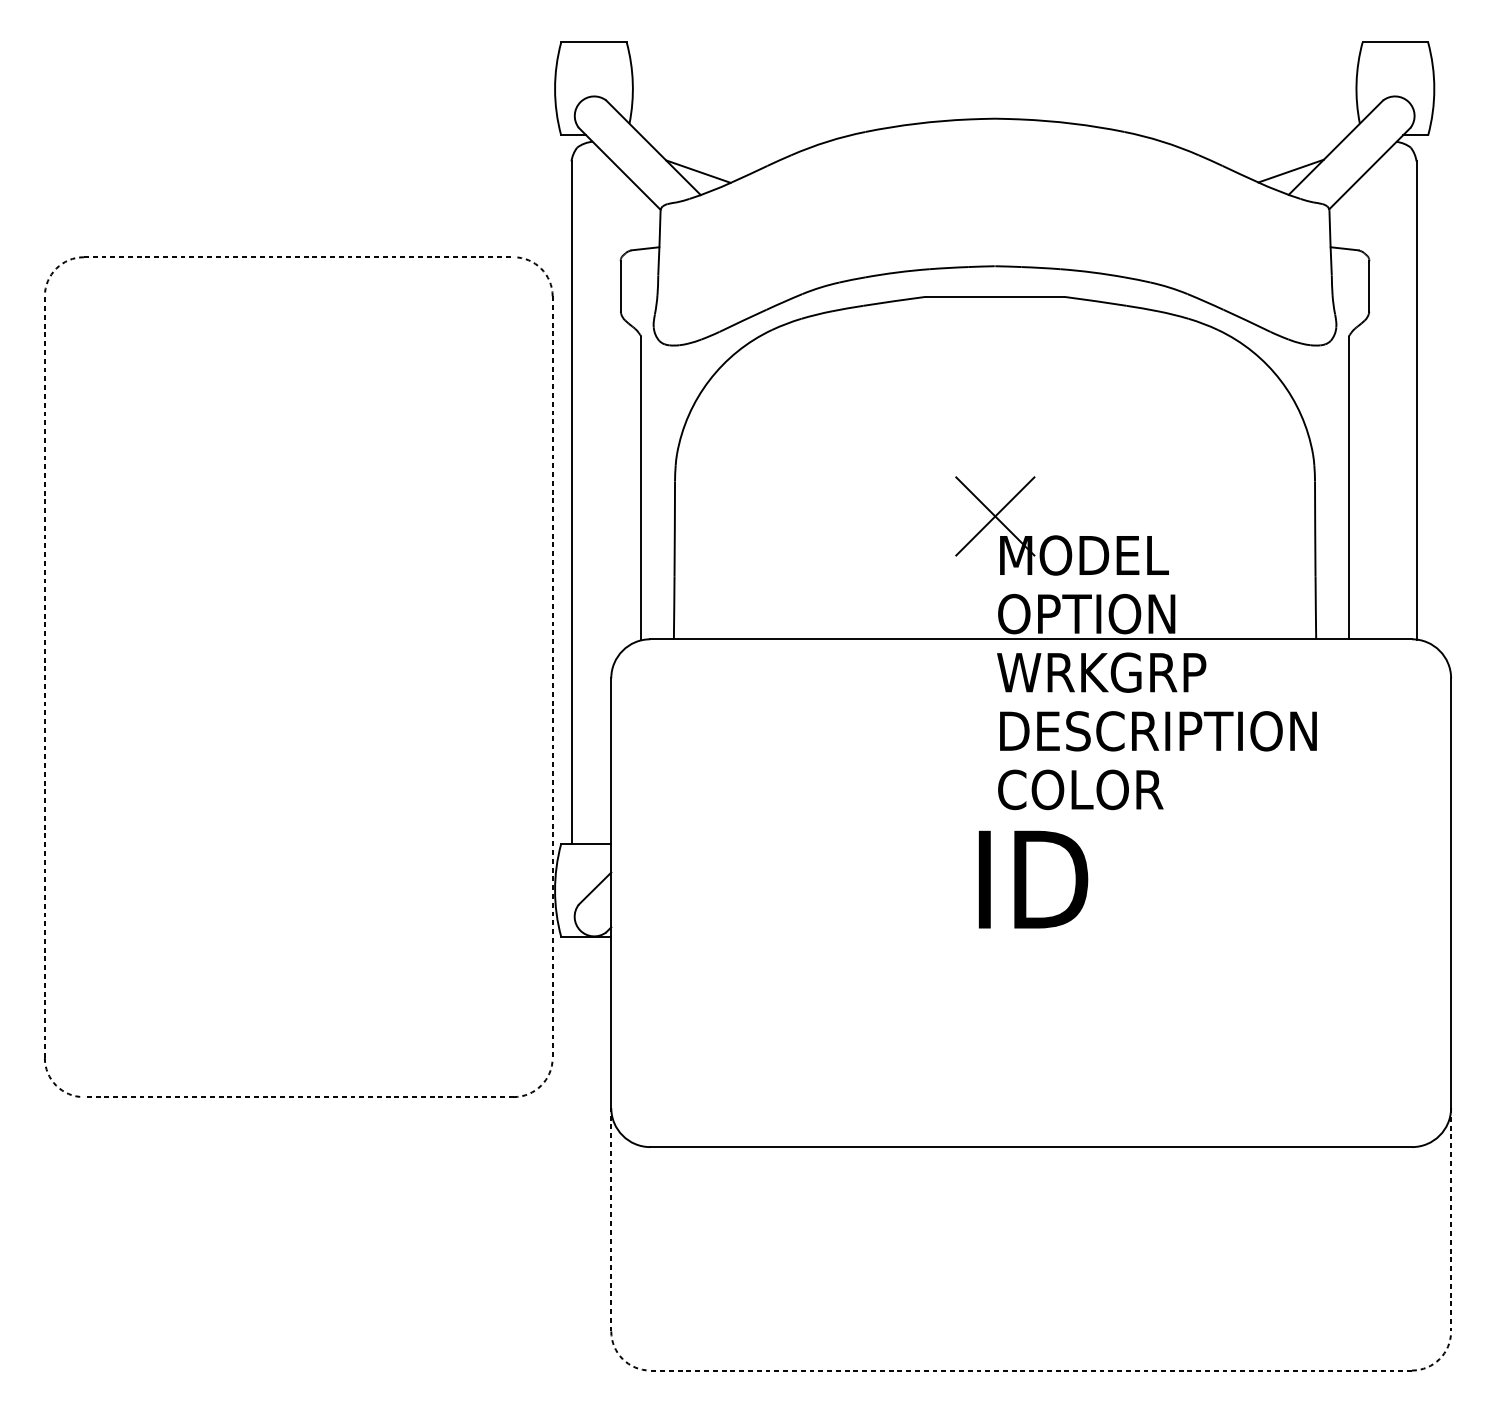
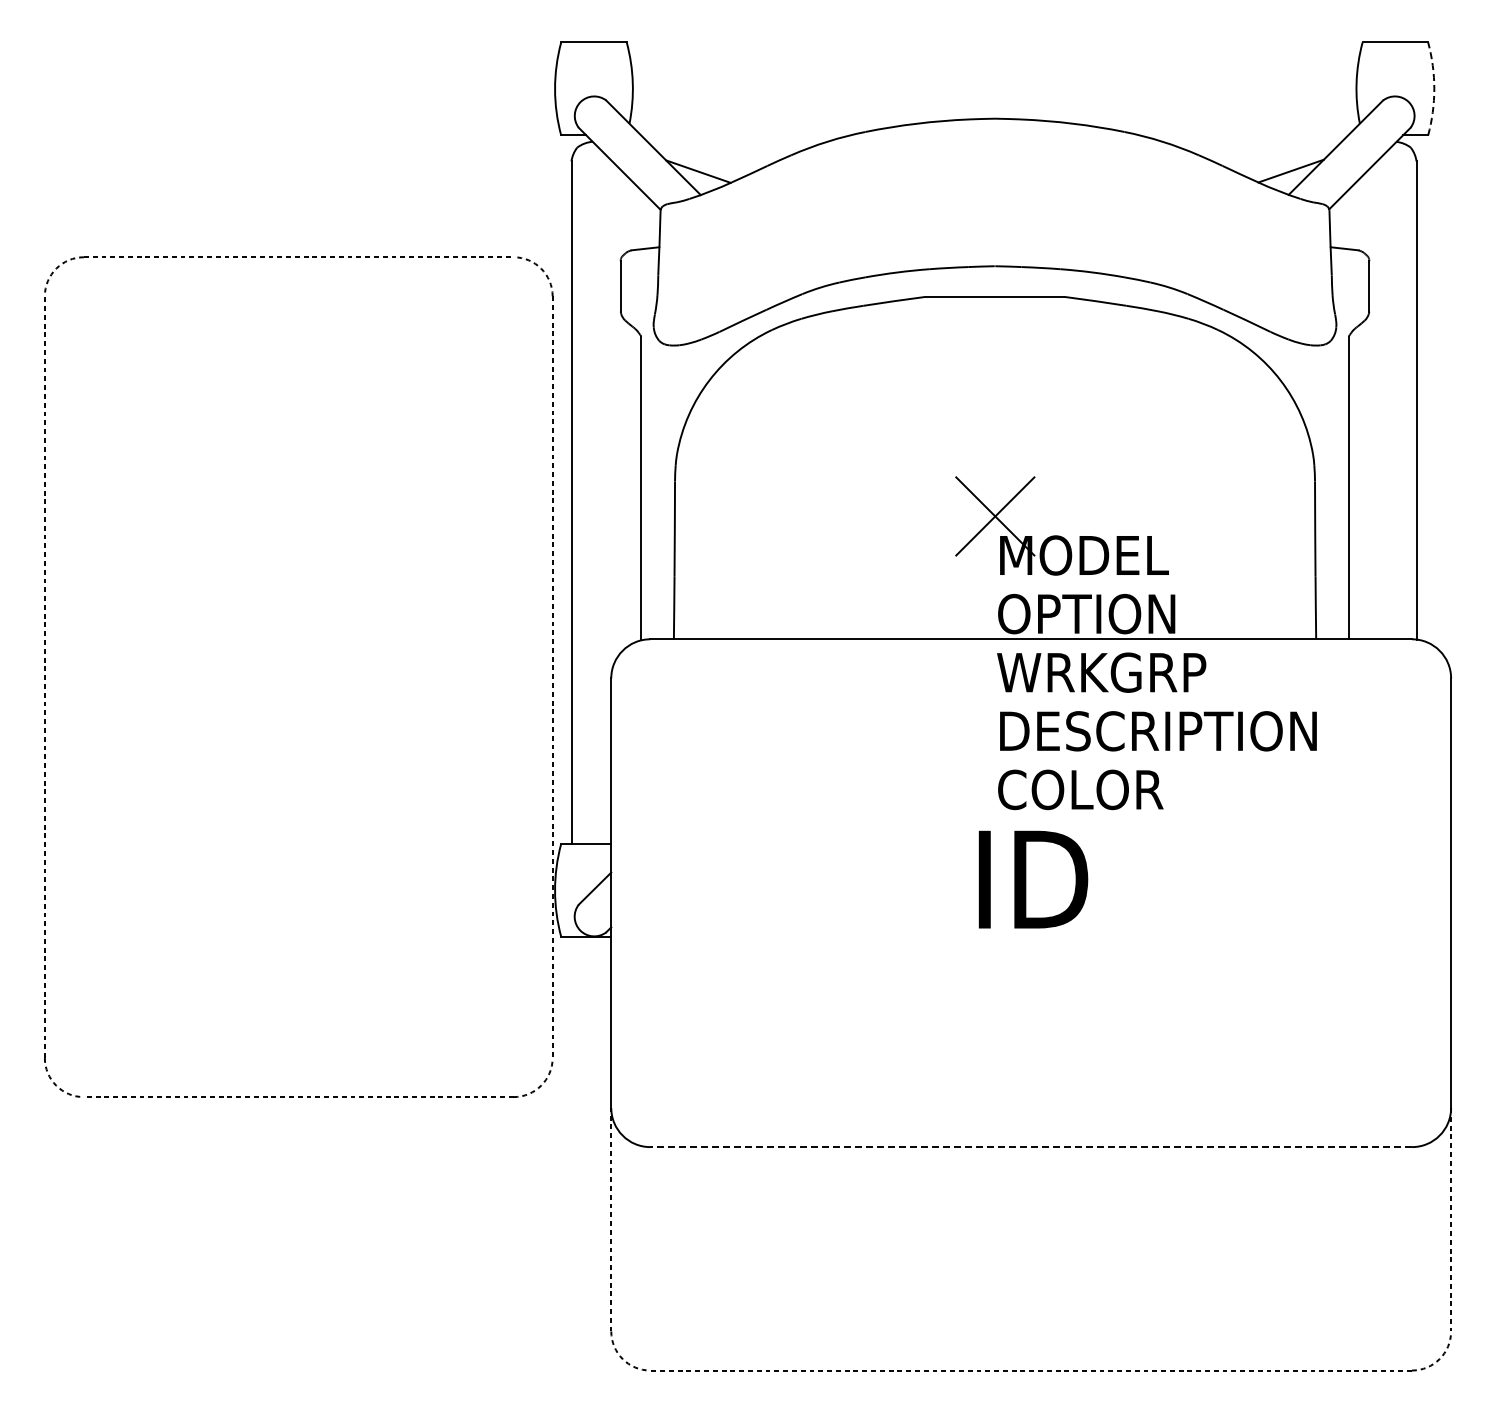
arc at (1434, 88): solid -> dashed
line at (1031, 1147): solid -> dashed
